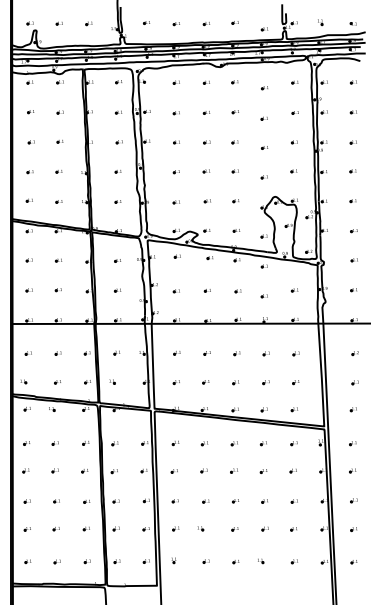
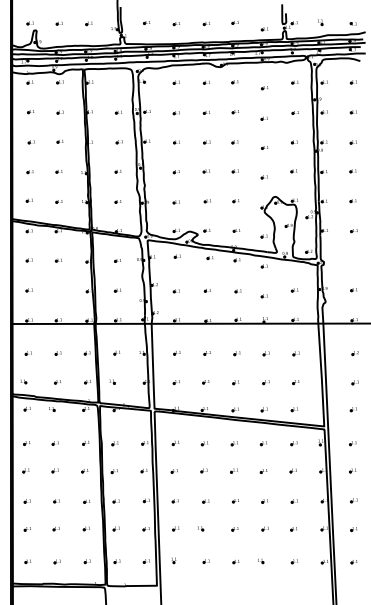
part at (118, 82): present -> none
part at (353, 260): present -> none
part at (57, 290): present -> none
